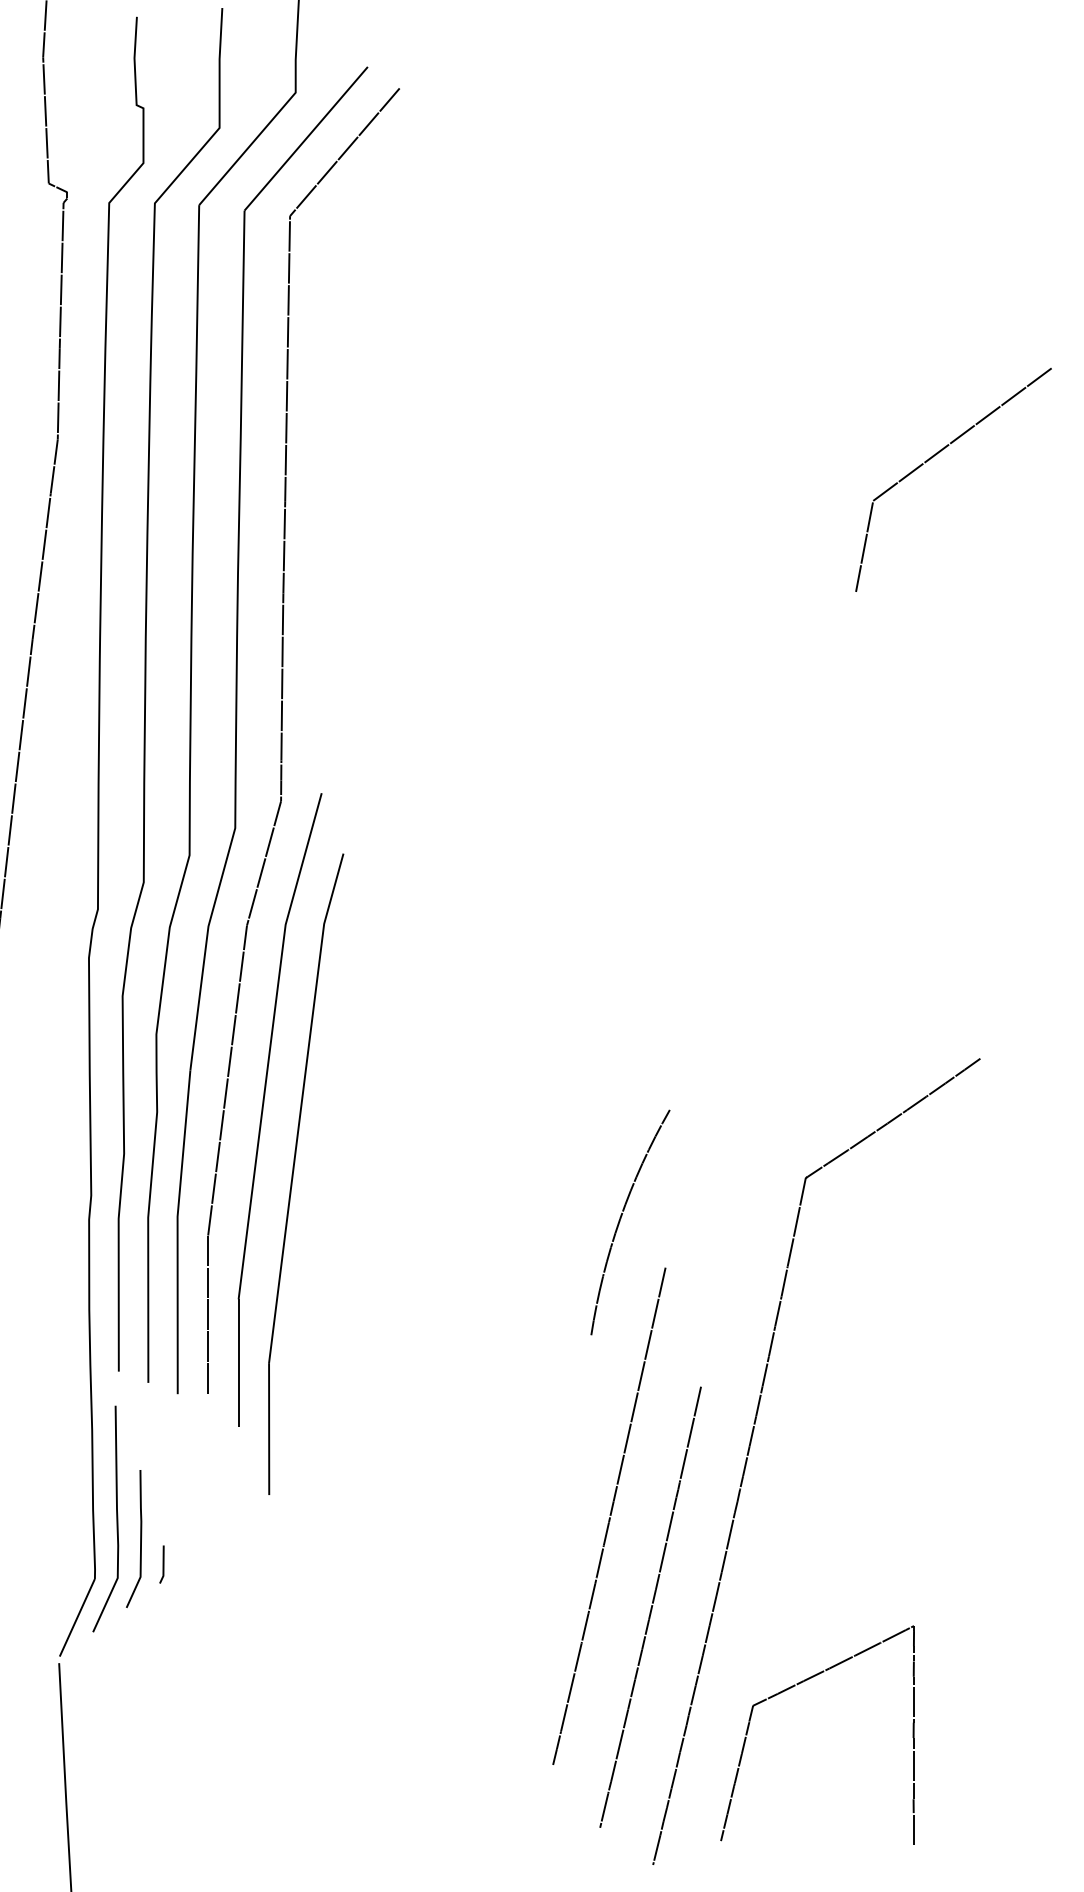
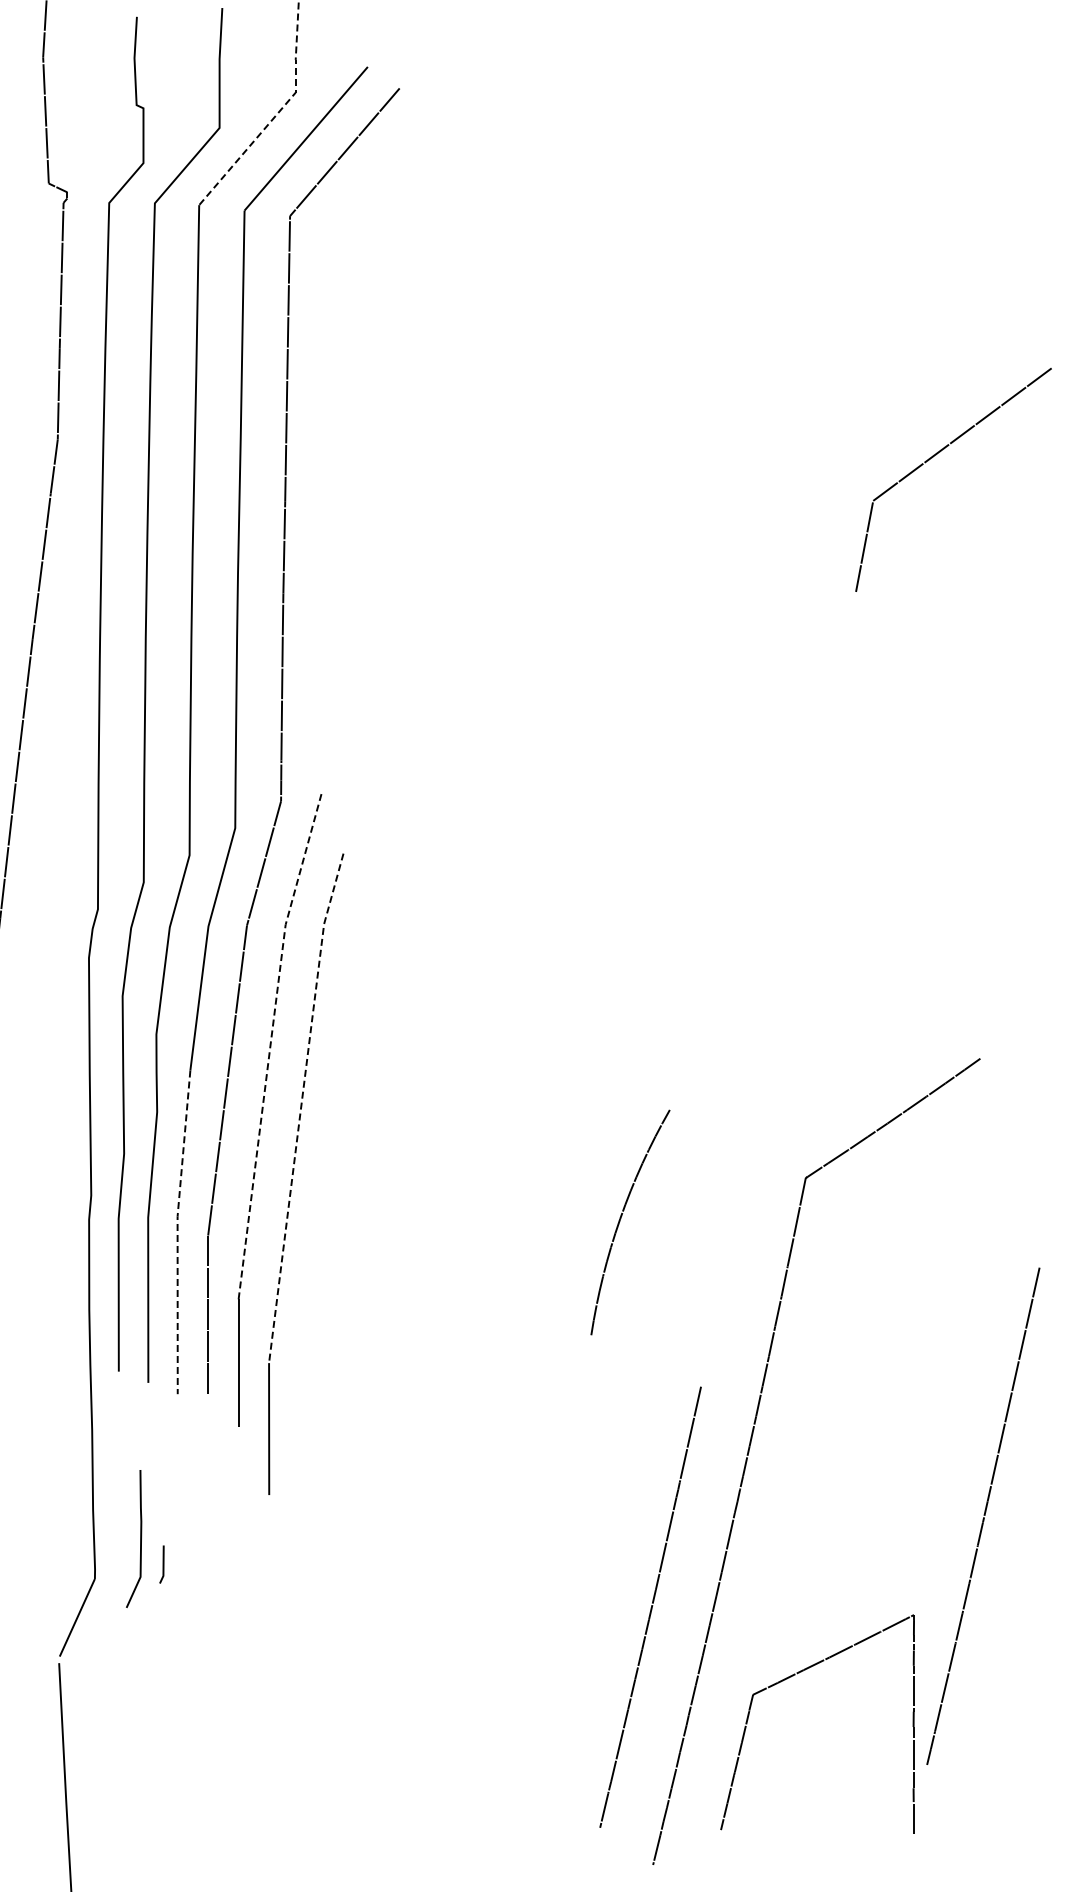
line at (278, 113): solid -> dashed
line at (270, 1043): solid -> dashed
line at (301, 1107): solid -> dashed
line at (177, 1231): solid -> dashed
curve at (609, 1515) position: (609, 1515) -> (983, 1515)
line at (116, 1518): present -> none
part at (793, 1687) position: (793, 1687) -> (793, 1676)
